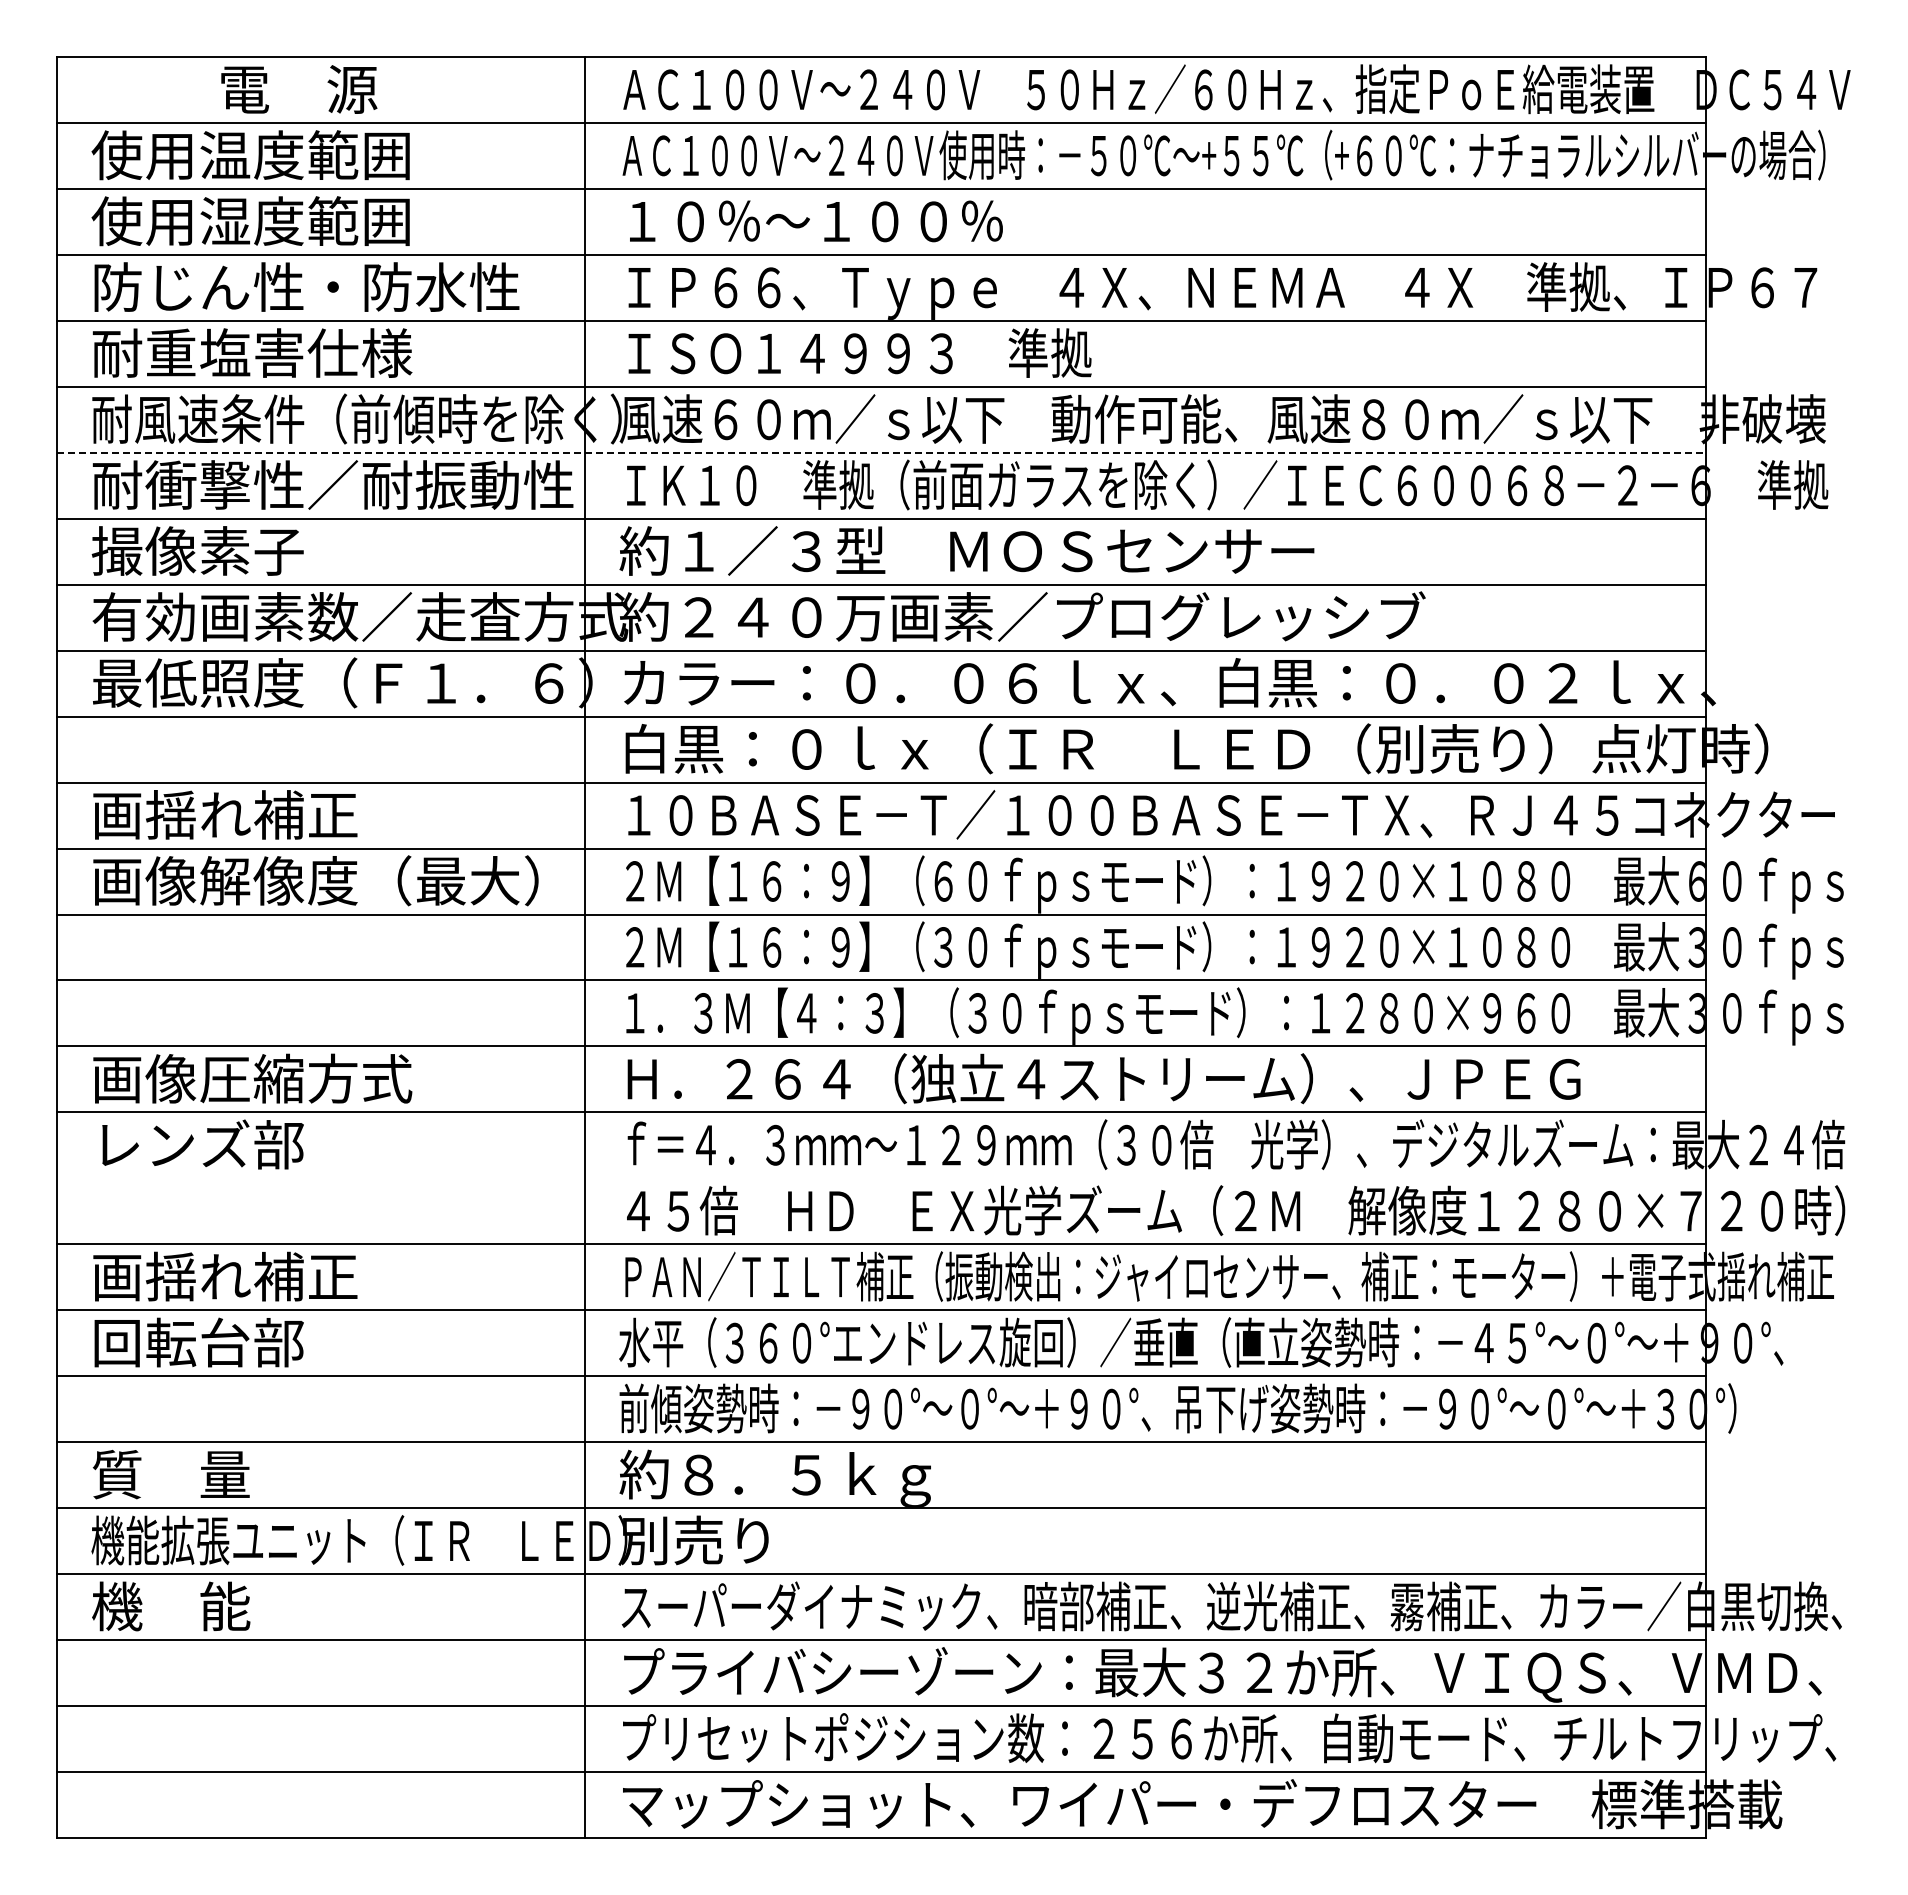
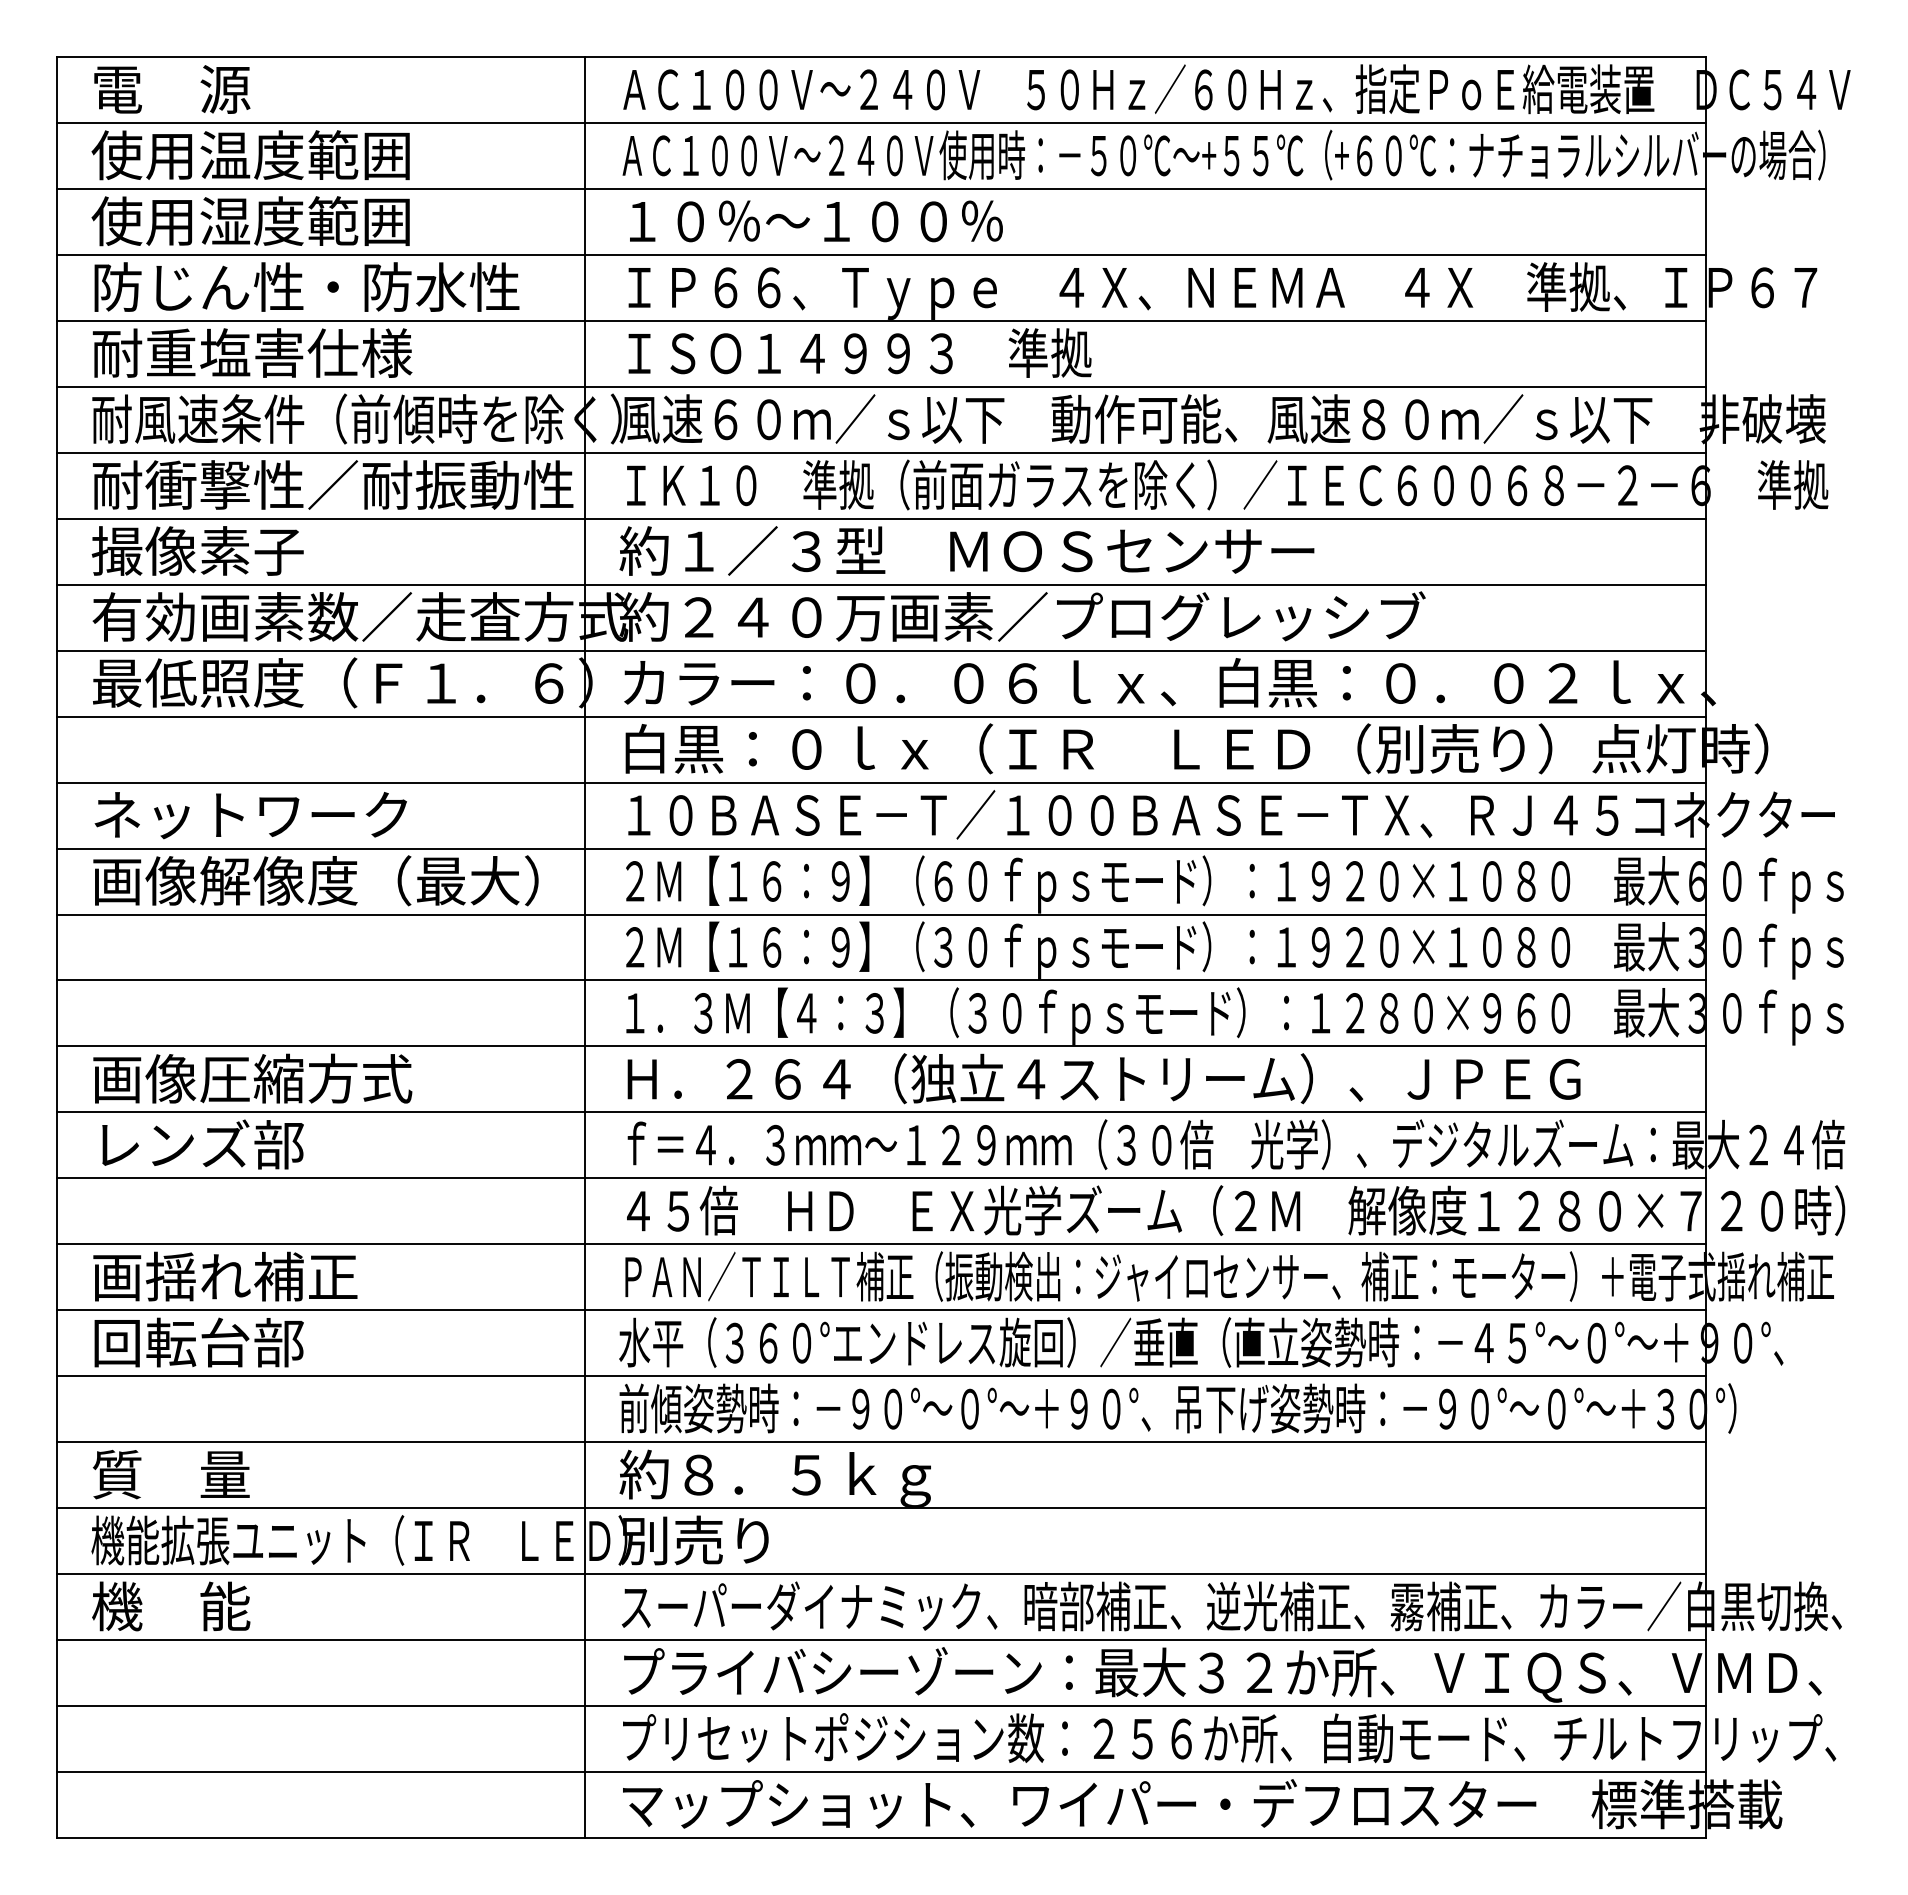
text at (299, 89) position: (299, 89) -> (172, 89)
line at (881, 452): dashed -> solid
text at (250, 814): 画揺れ補正 -> ネットワーク
line at (881, 1178): none -> present
